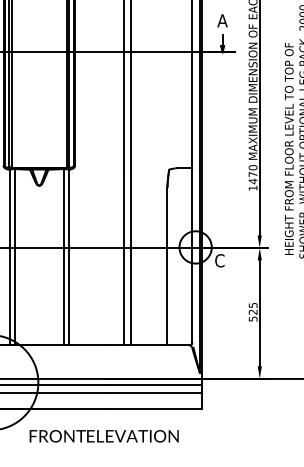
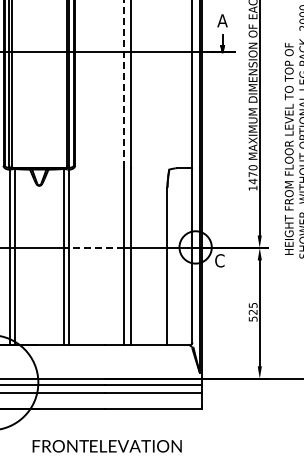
line at (123, 84): solid -> dashed
line at (96, 247): solid -> dashed
text at (103, 436) position: (103, 436) -> (106, 446)
